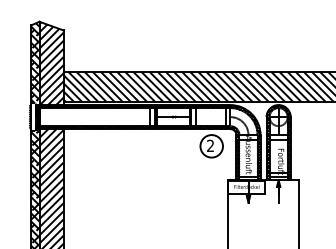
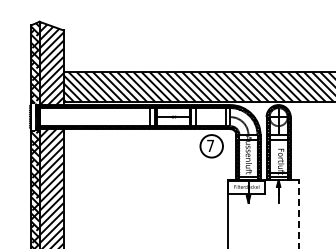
text at (210, 145): 2 -> 7
line at (299, 214): solid -> dashed
